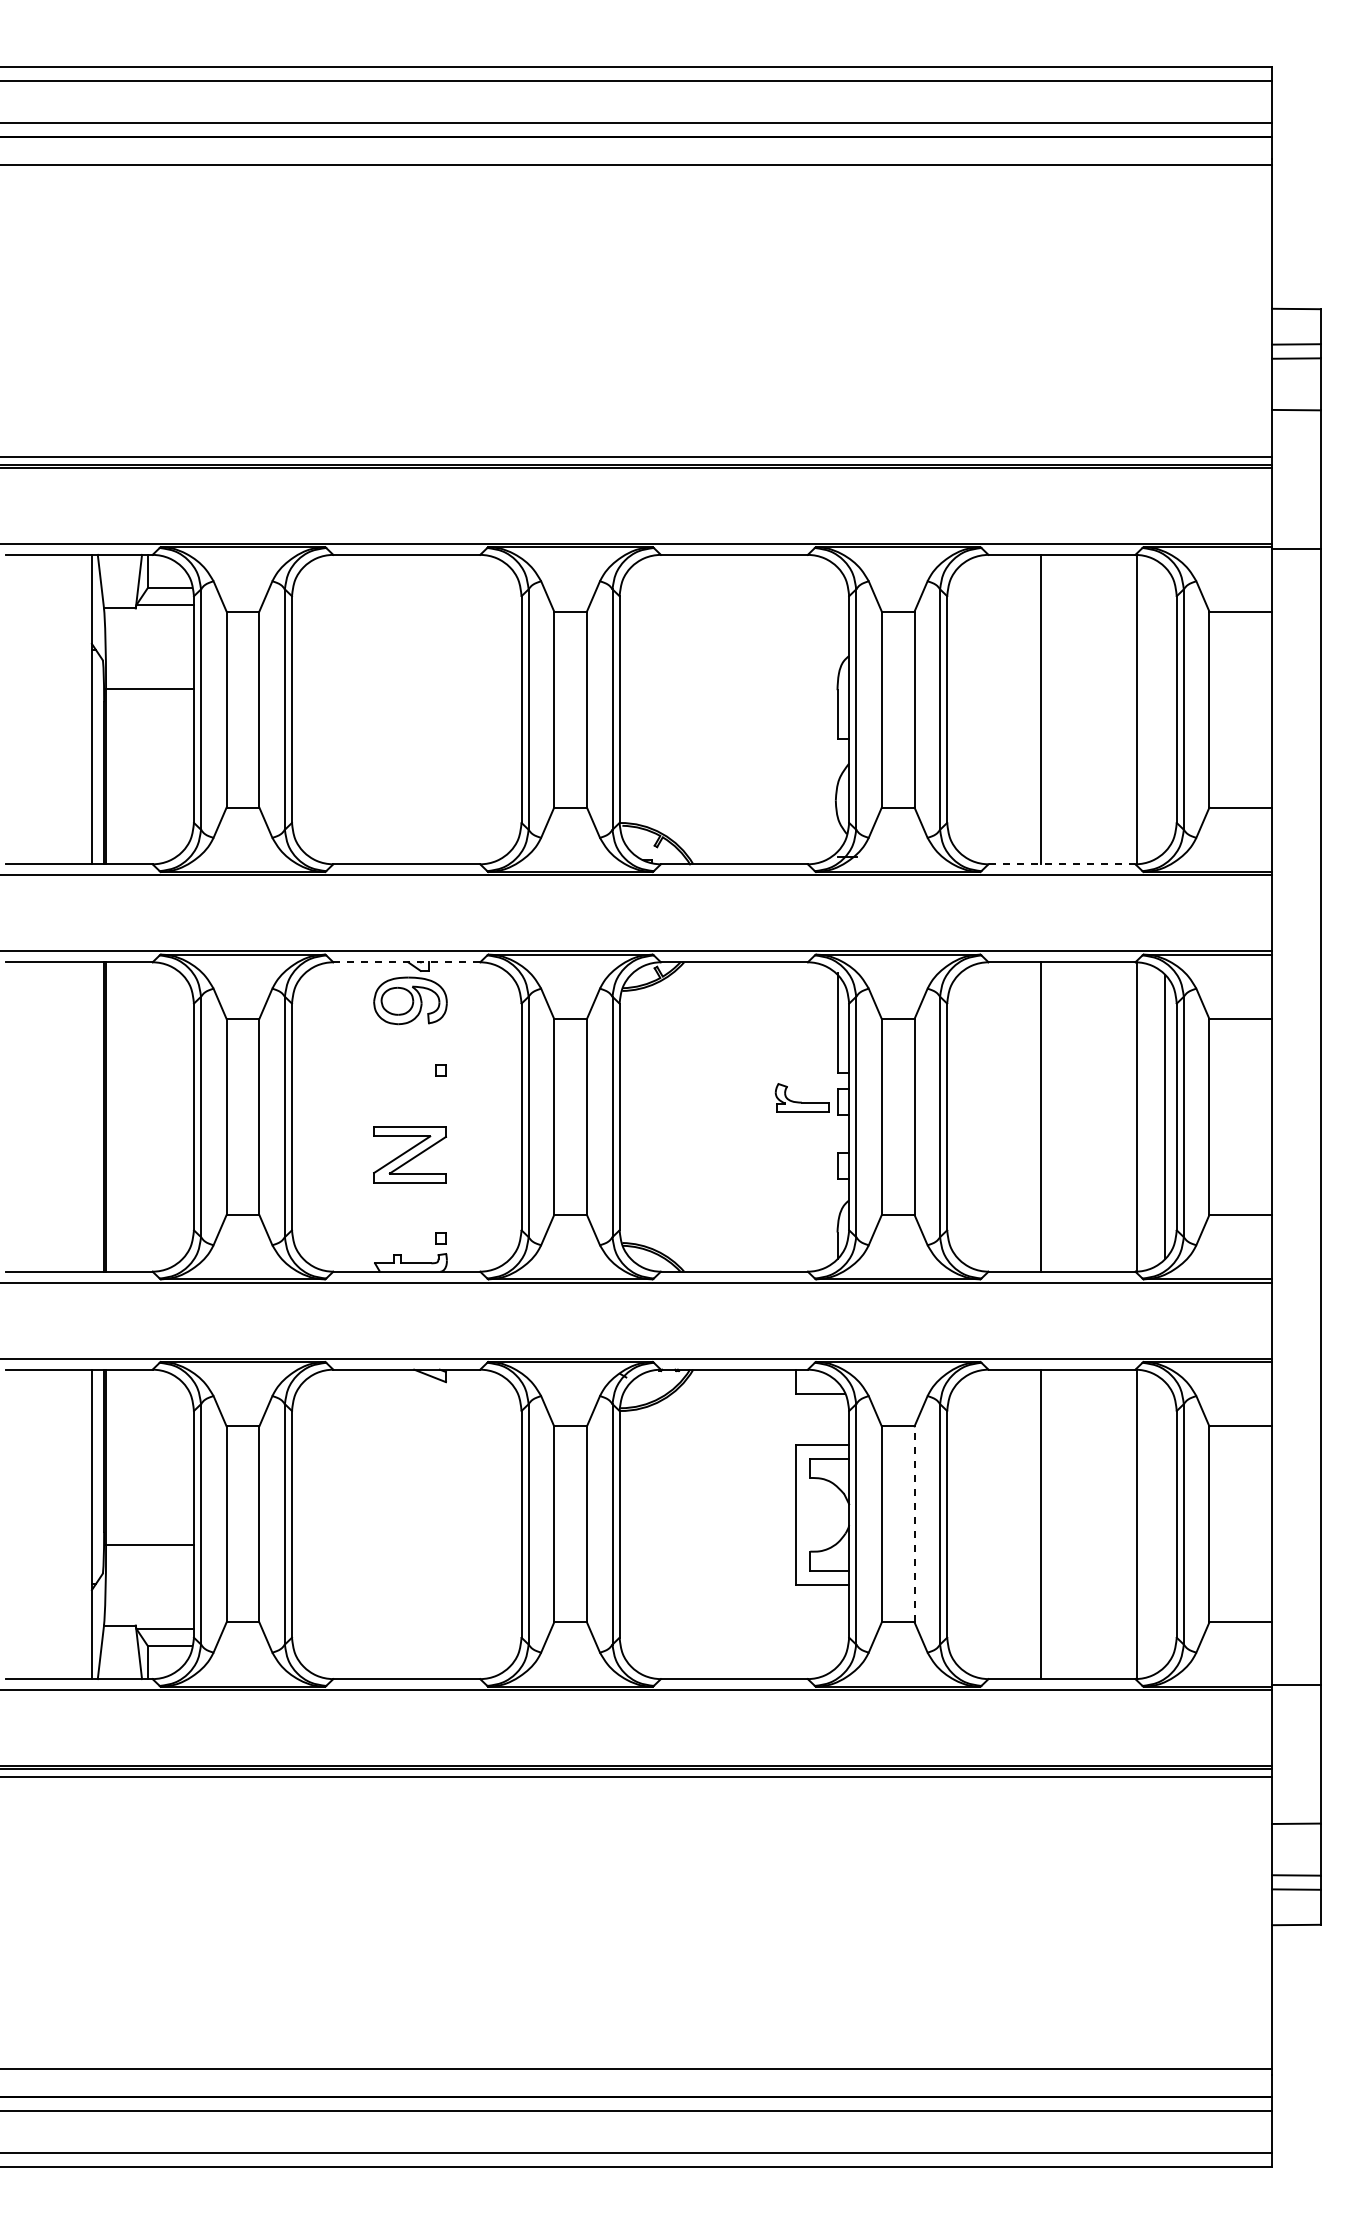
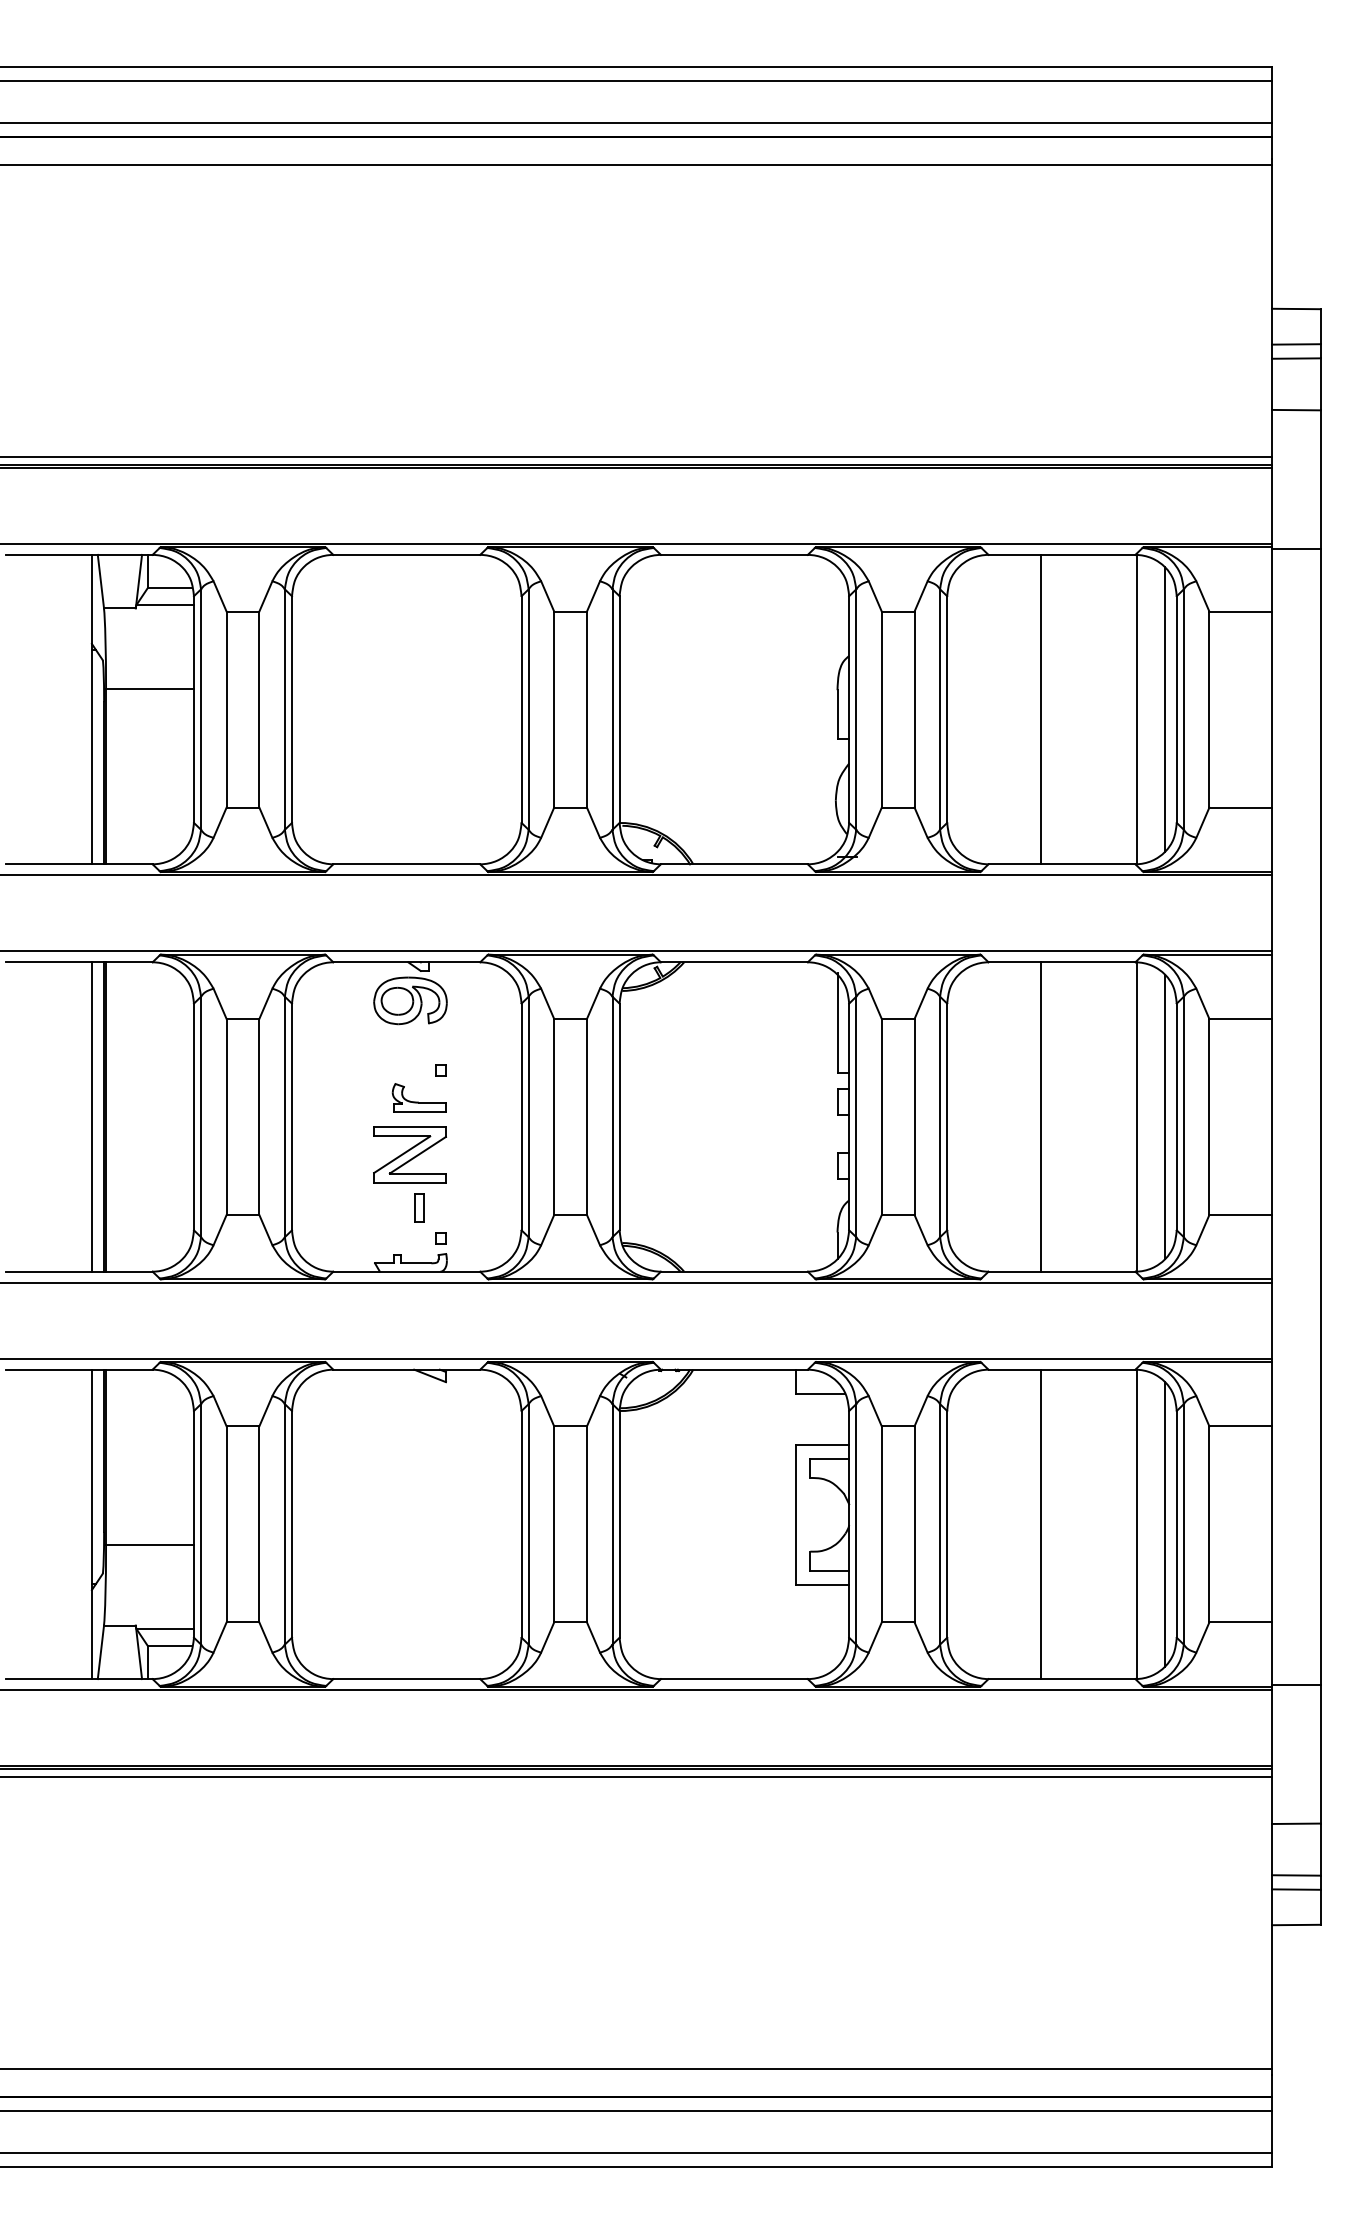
line at (1165, 709): none -> present
line at (1062, 864): dashed -> solid
line at (406, 962): dashed -> solid
part at (801, 1097) position: (801, 1097) -> (418, 1097)
line at (91, 1116): none -> present
part at (419, 1207): none -> present
line at (914, 1524): dashed -> solid
line at (1165, 1524): none -> present
